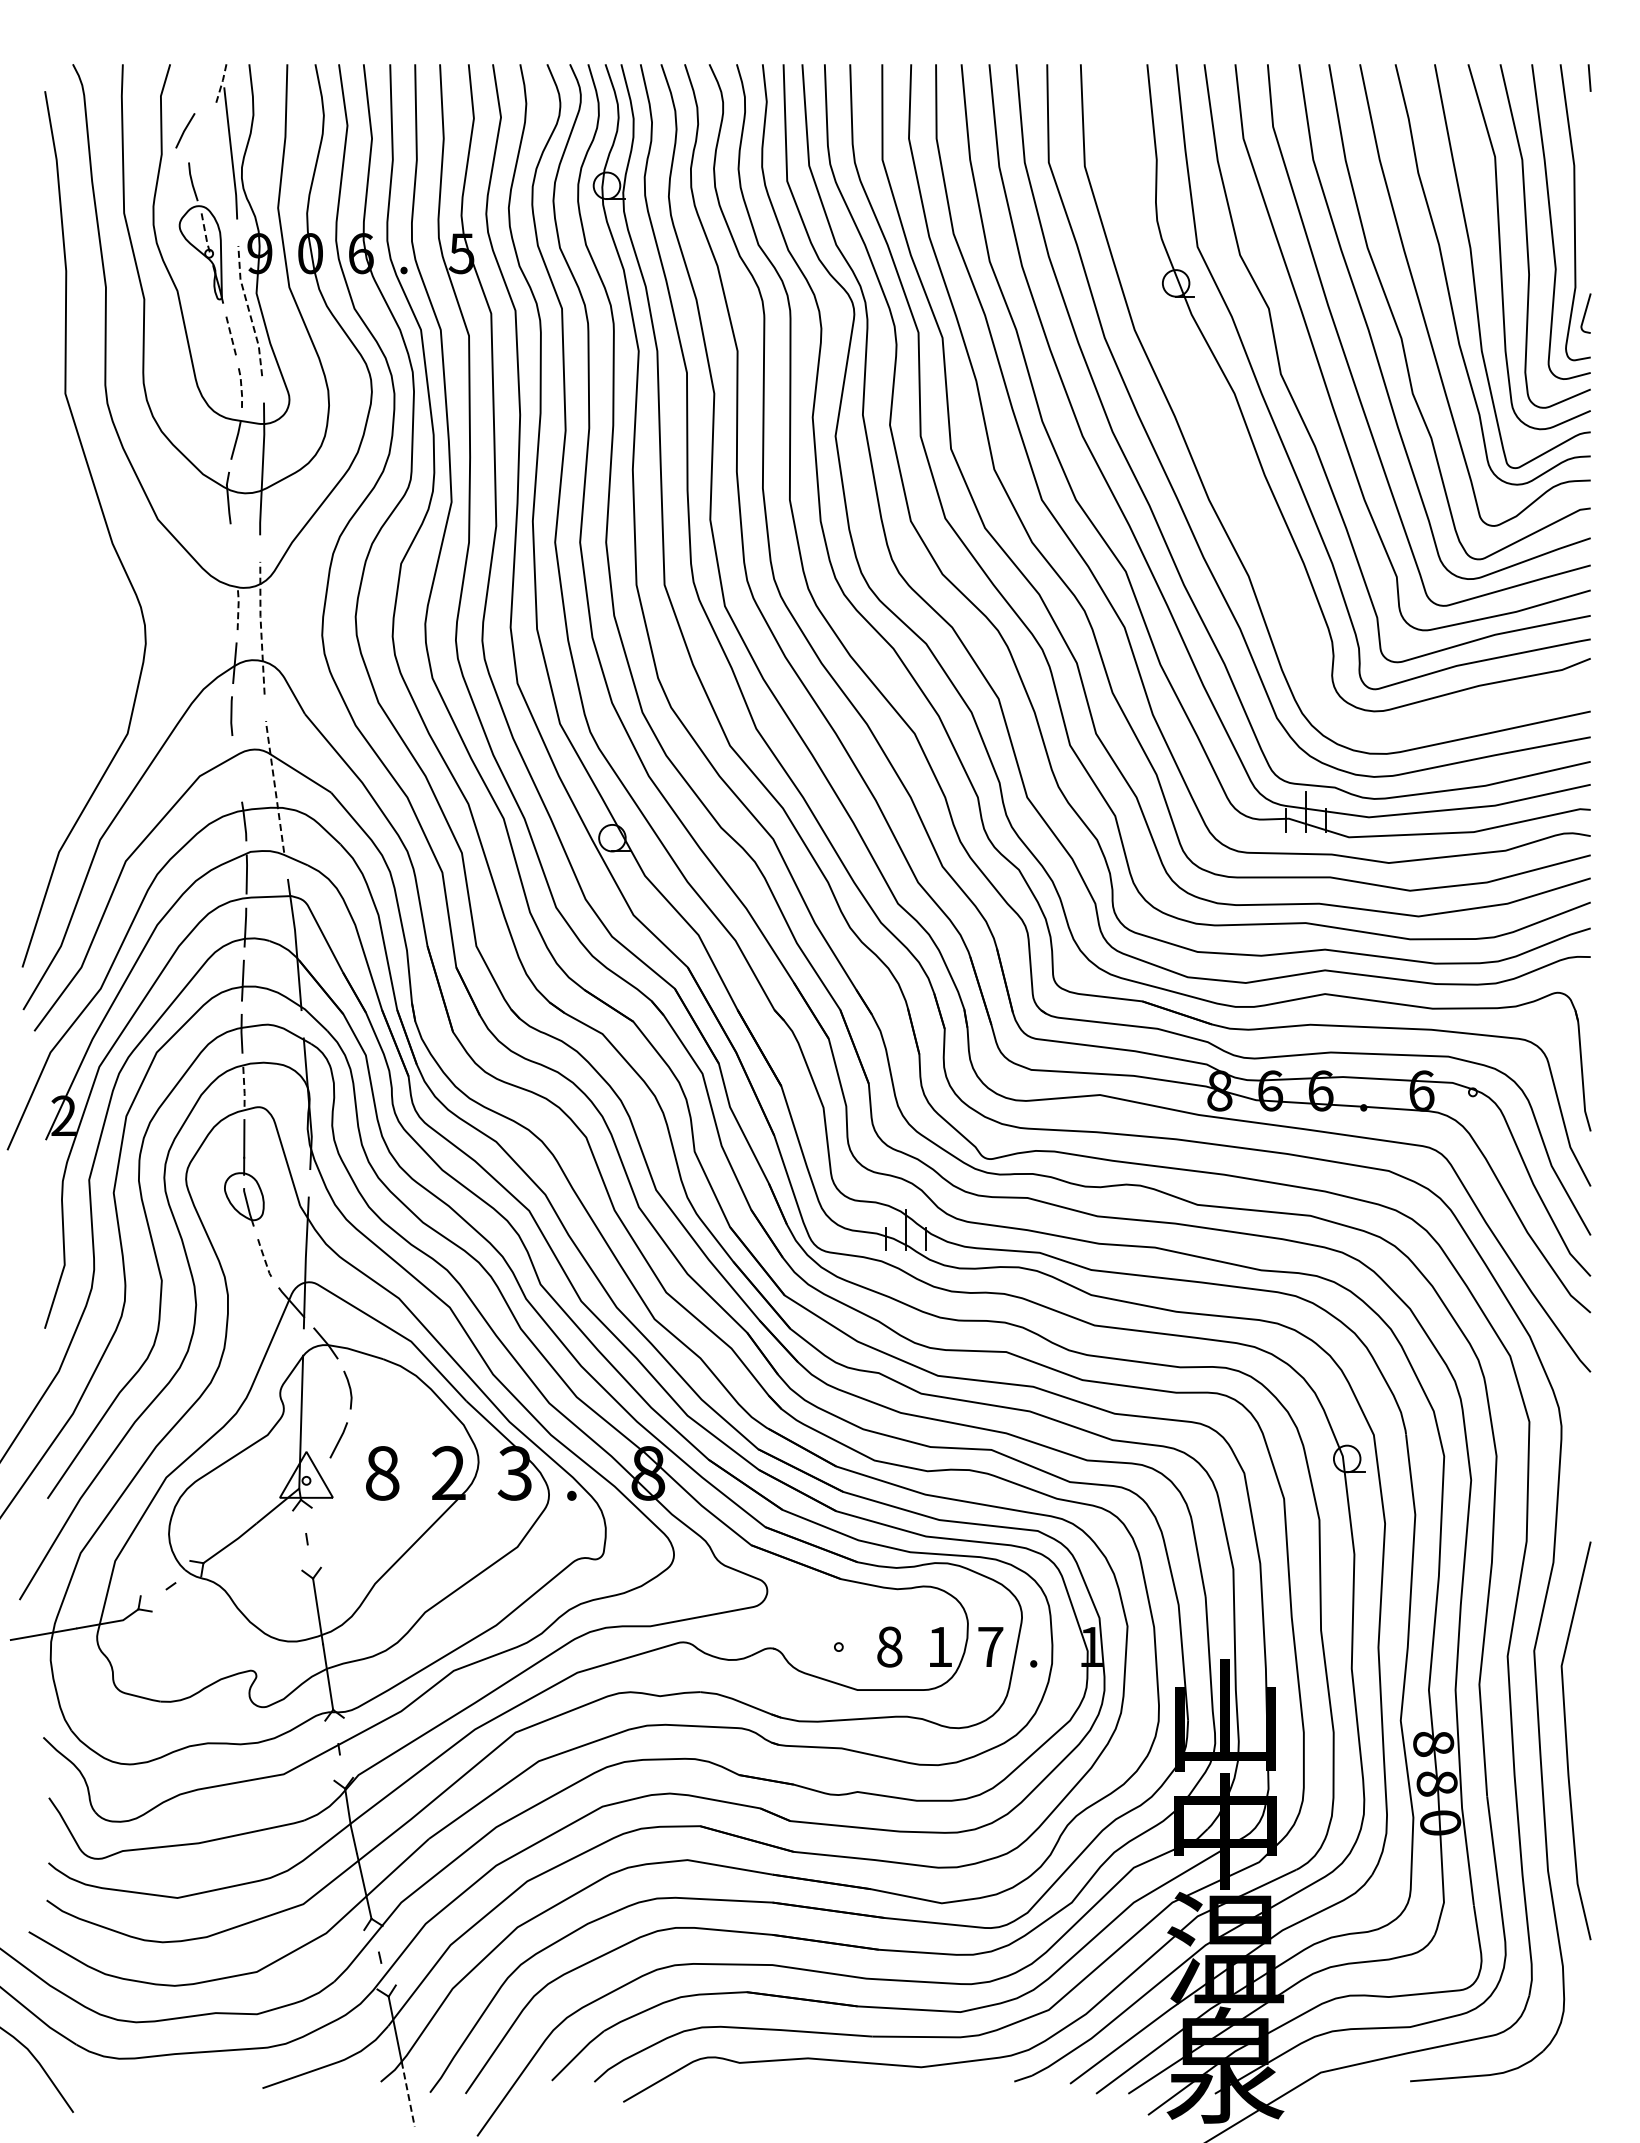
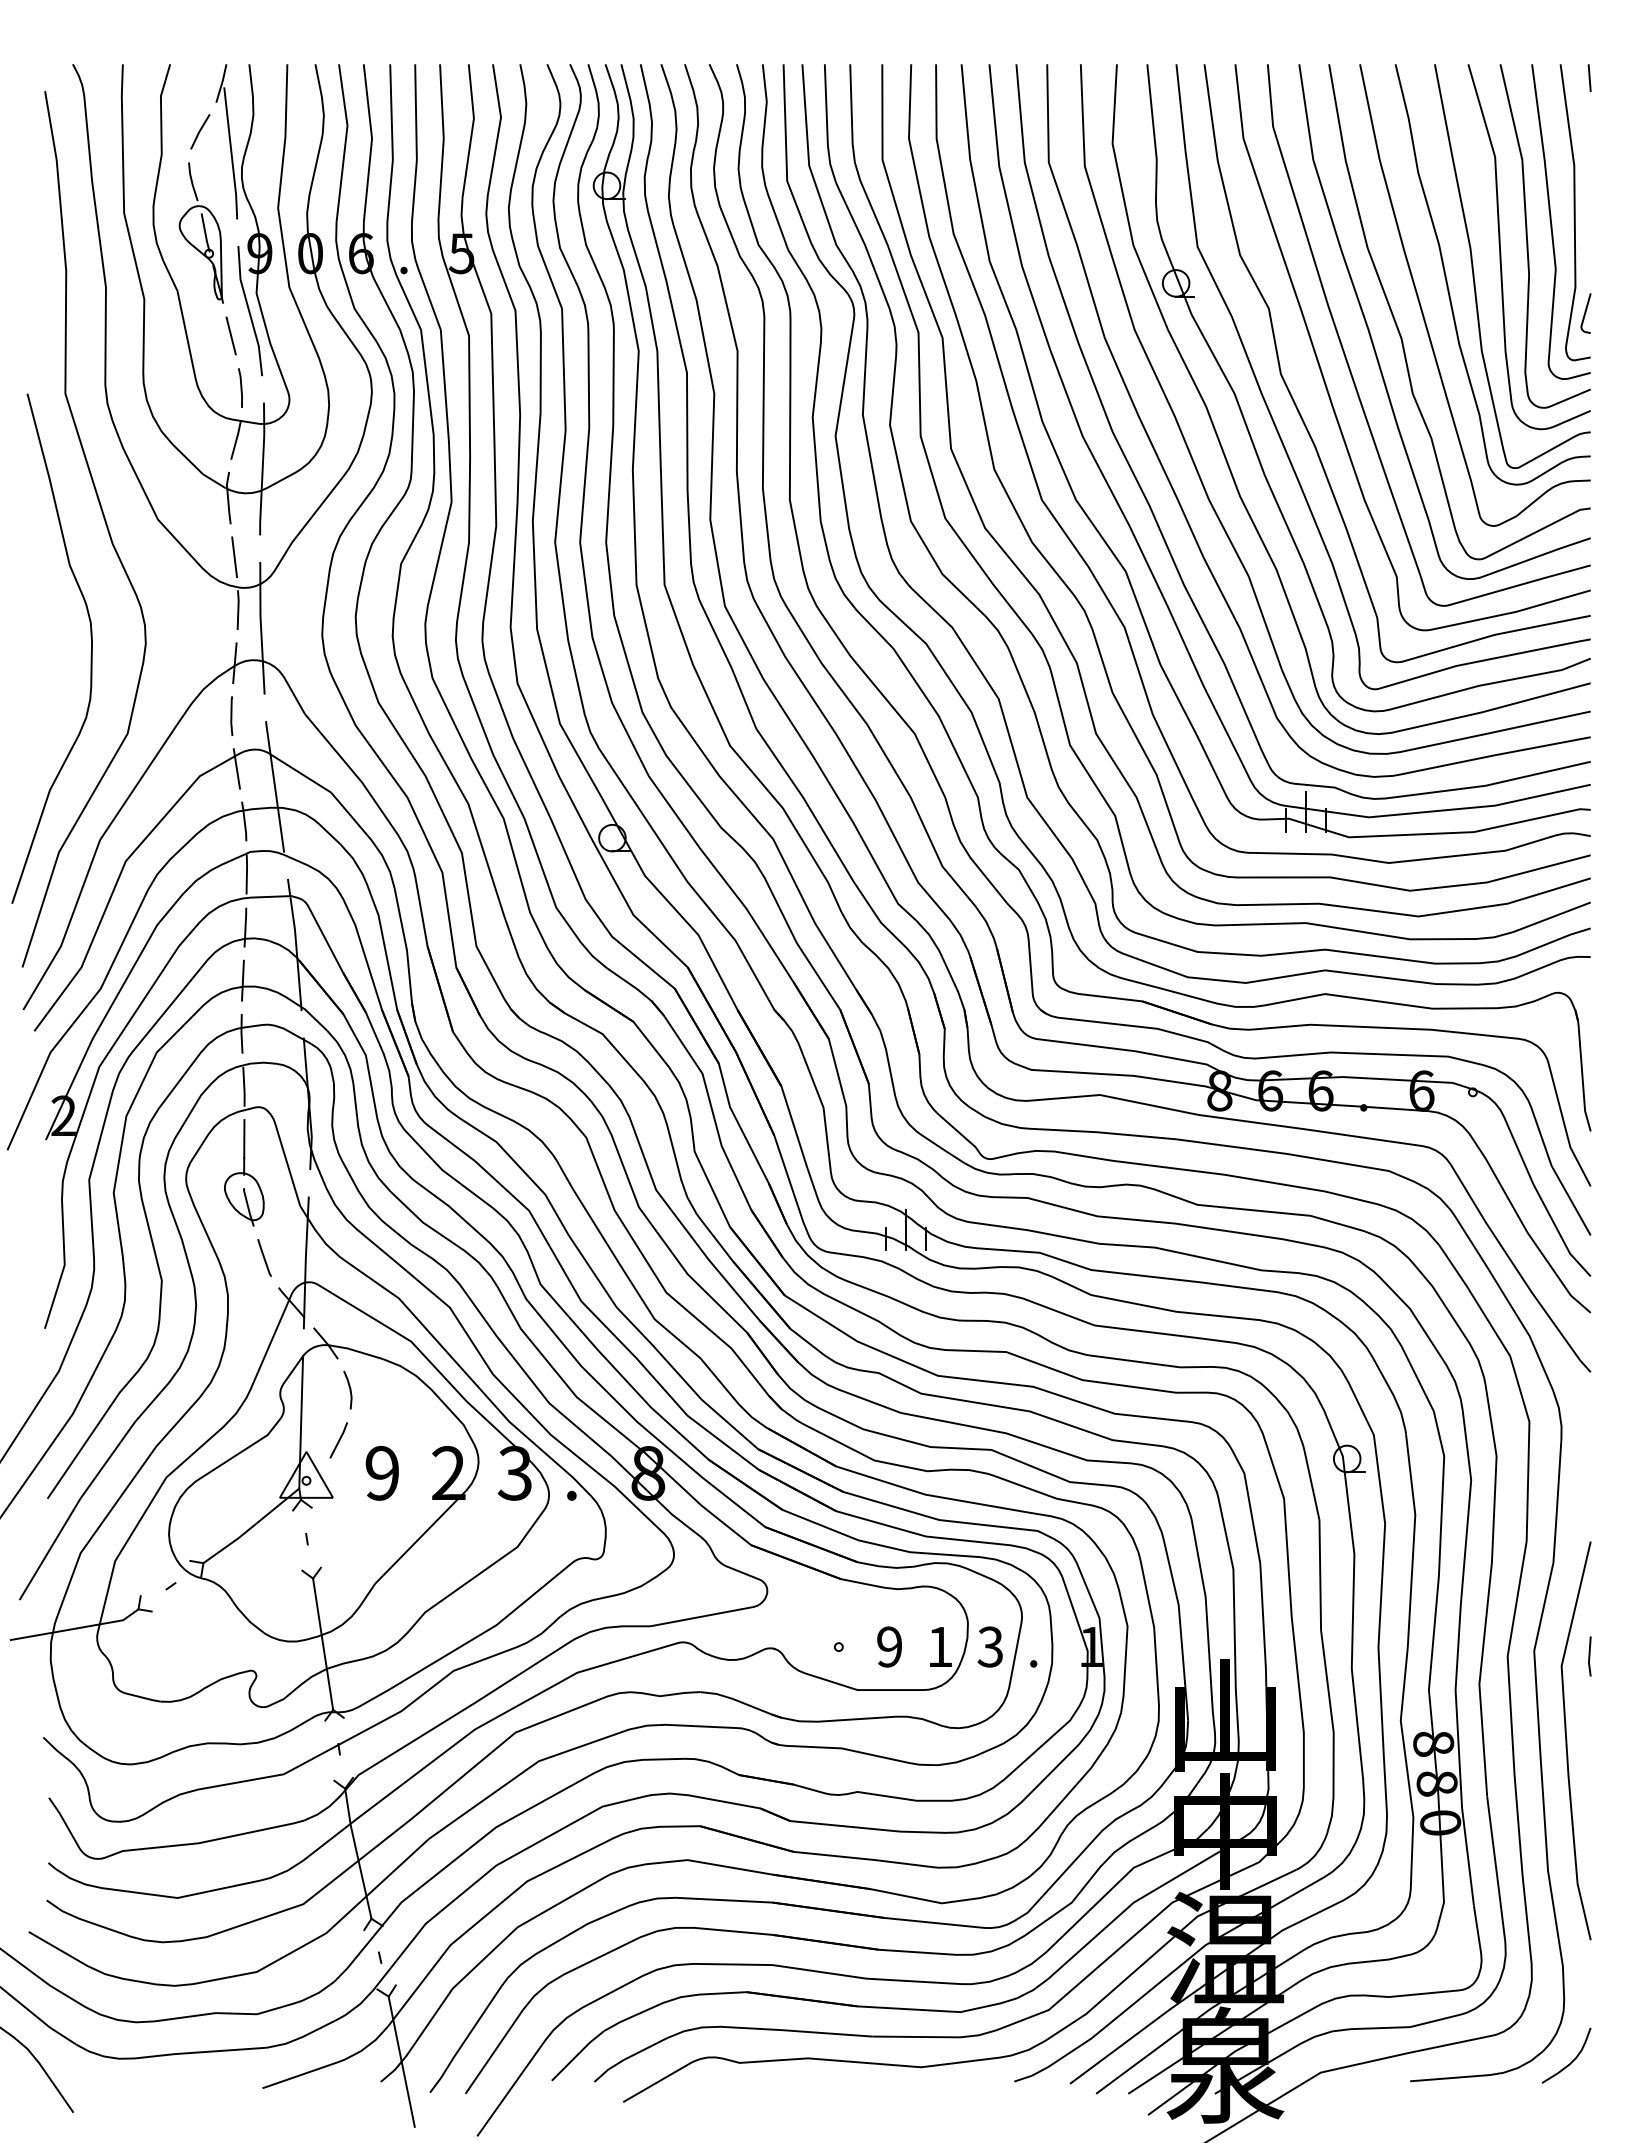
line at (222, 83): dashed -> solid
line at (185, 130) position: (185, 130) -> (200, 131)
line at (205, 233): dashed -> solid
line at (249, 311): dashed -> solid
line at (231, 335): dashed -> solid
line at (241, 388): dashed -> solid
curve at (1221, 443): none -> present
line at (234, 557): none -> present
line at (238, 609): dashed -> solid
line at (261, 627): dashed -> solid
curve at (90, 653): none -> present
line at (236, 768): none -> present
line at (274, 785): dashed -> solid
line at (244, 1087): dashed -> solid
line at (264, 1257): dashed -> solid
text at (382, 1473): 8 -> 9
text at (889, 1646): 8 -> 9
text at (990, 1646): 7 -> 3
line at (1589, 1656): none -> present
curve at (1572, 2060): none -> present
line at (408, 2094): dashed -> solid
